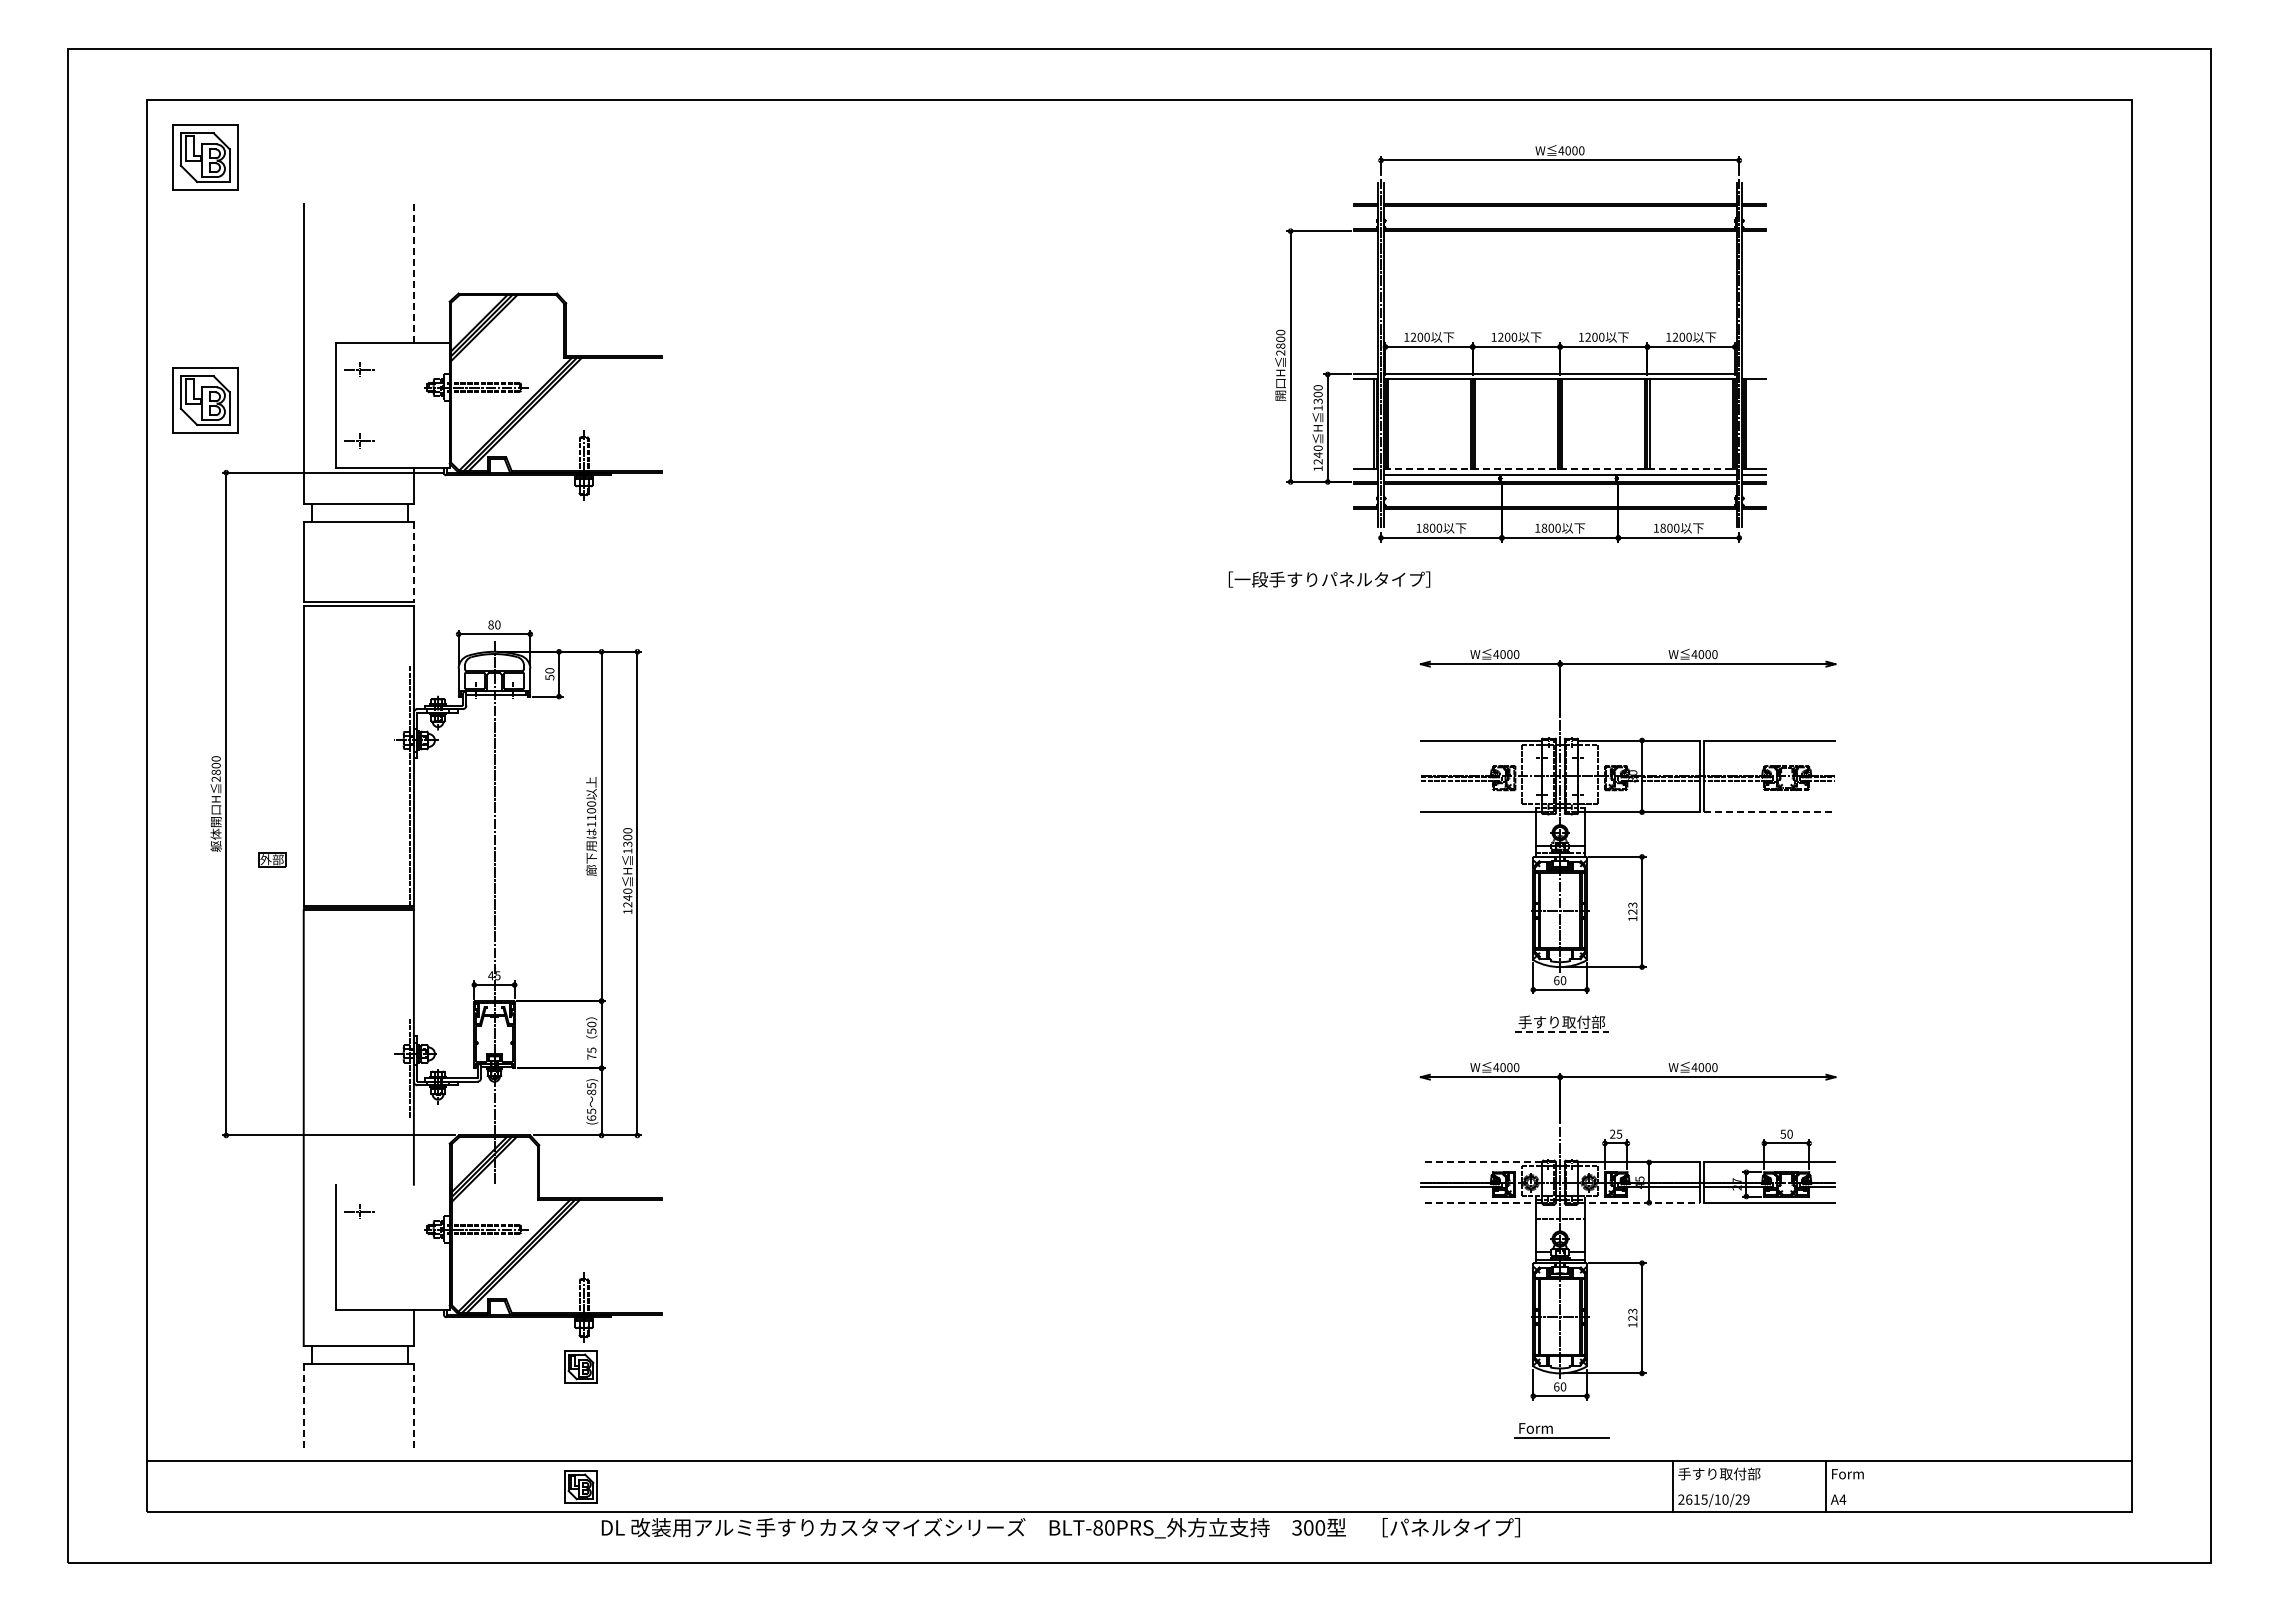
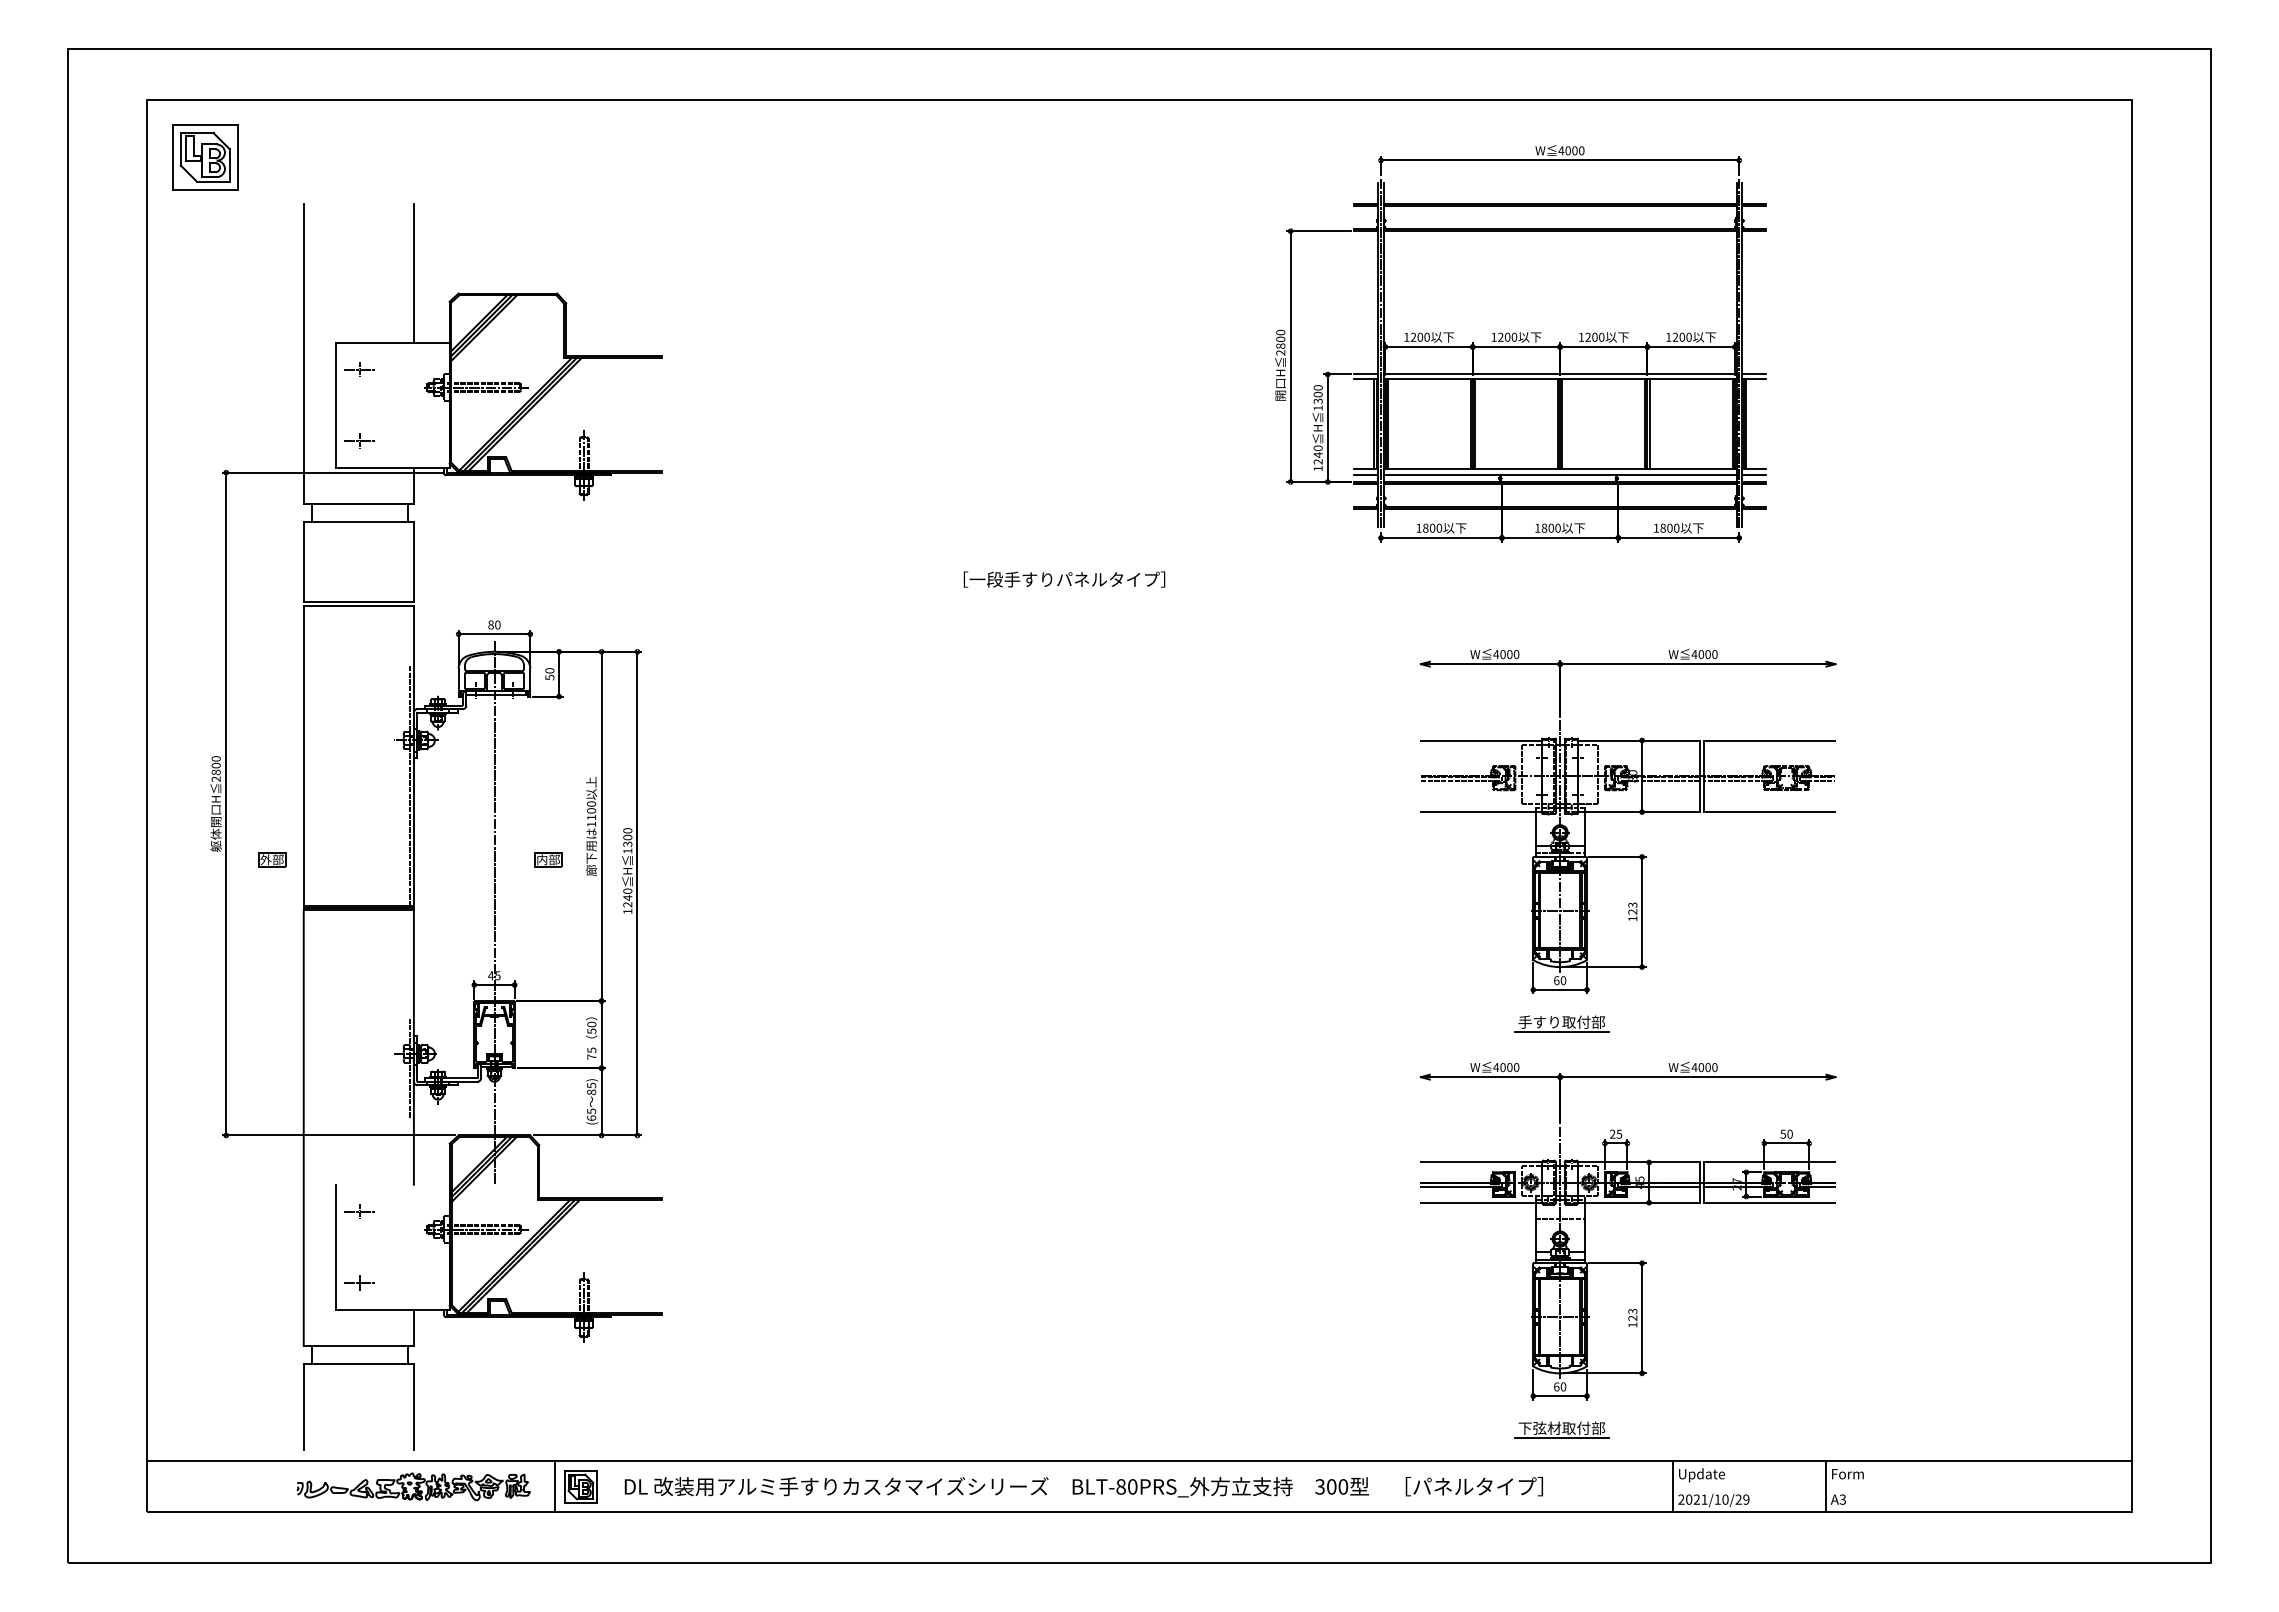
line at (413, 273): dashed -> solid
line at (1753, 374): none -> present
part at (205, 400): present -> none
line at (1560, 468): dashed -> solid
line at (1366, 475): none -> present
line at (413, 561): dashed -> solid
text at (1329, 579) position: (1329, 579) -> (1064, 579)
line at (1769, 812): dashed -> solid
part at (548, 859): none -> present
line at (1562, 1032): dashed -> solid
line at (1481, 1162): dashed -> solid
line at (1481, 1202): dashed -> solid
line at (1638, 1202): dashed -> solid
part at (359, 1282): none -> present
part at (580, 1366): present -> none
line at (303, 1406): dashed -> solid
line at (413, 1406): dashed -> solid
text at (1561, 1427): Form -> 下弦材取付部
text at (1719, 1474): 手すり取付部 -> Update
part at (413, 1486): none -> present
line at (555, 1486): none -> present
text at (1696, 1499): 2615/10/29 -> 2021/10/29
text at (1842, 1499): A4 -> A3
text at (1060, 1528) position: (1060, 1528) -> (1083, 1487)
